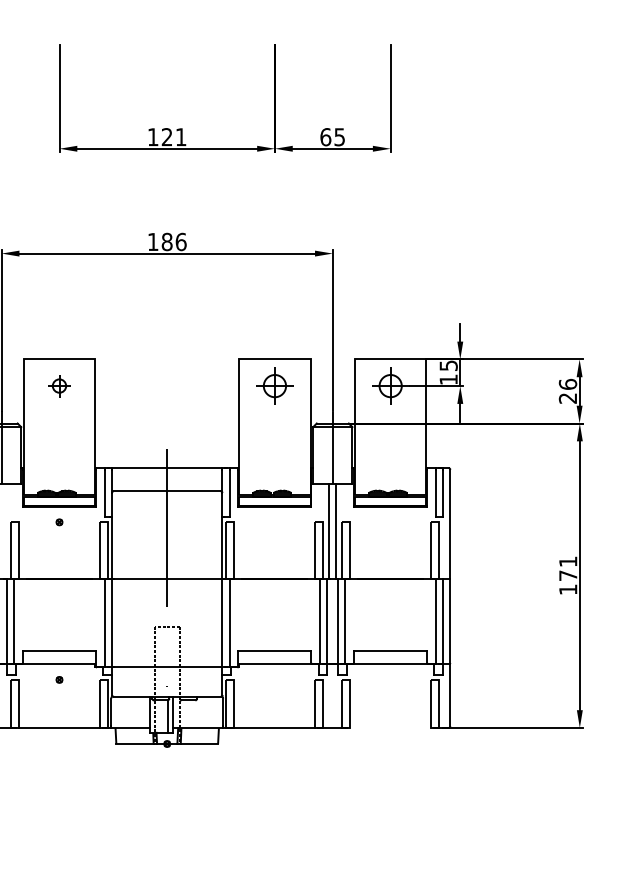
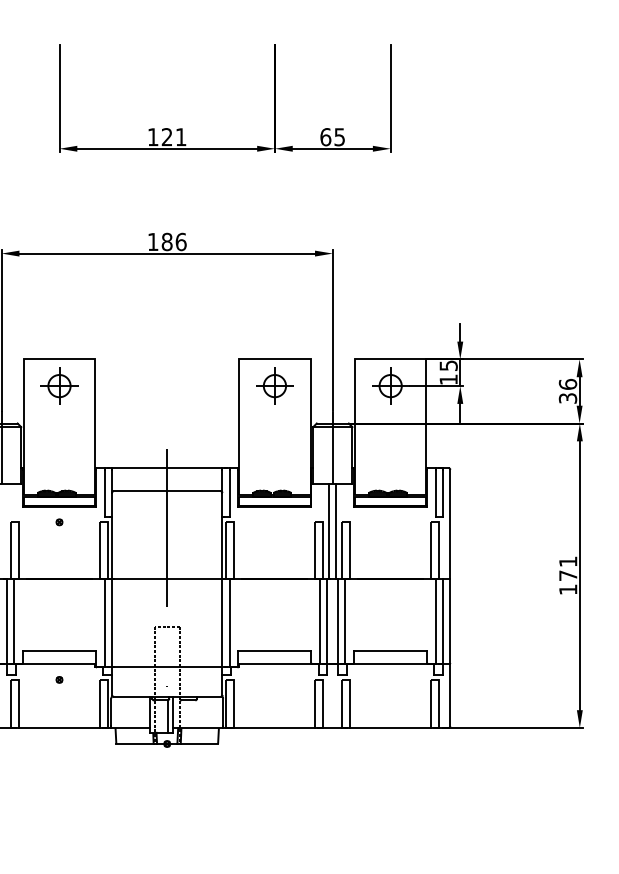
part at (59, 386) size: 23x23 px -> 39x38 px
text at (568, 398): 26 -> 36
line at (390, 727): none -> present
